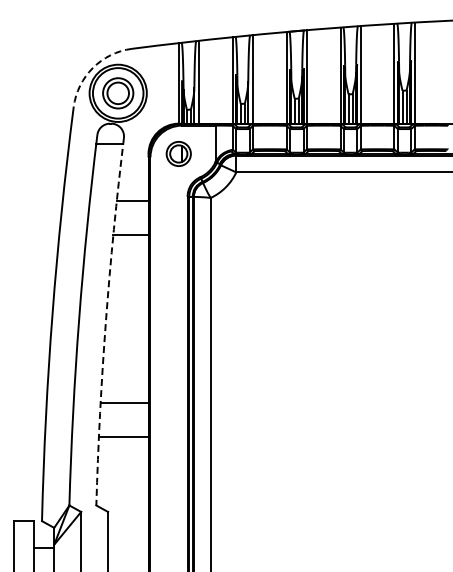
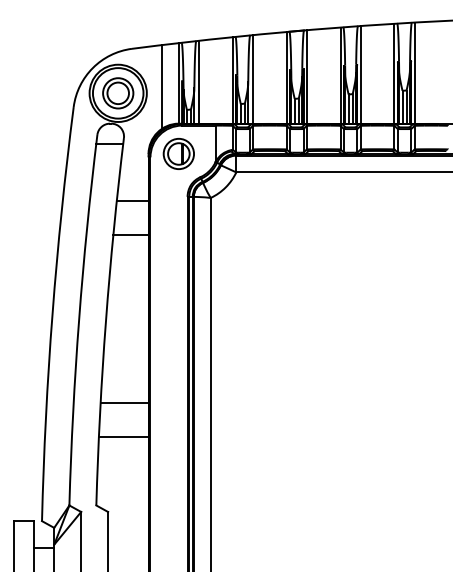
arc at (92, 68): dashed -> solid
line at (162, 86): none -> present
part at (178, 153) size: 27x26 px -> 33x32 px
arc at (105, 321): dashed -> solid
